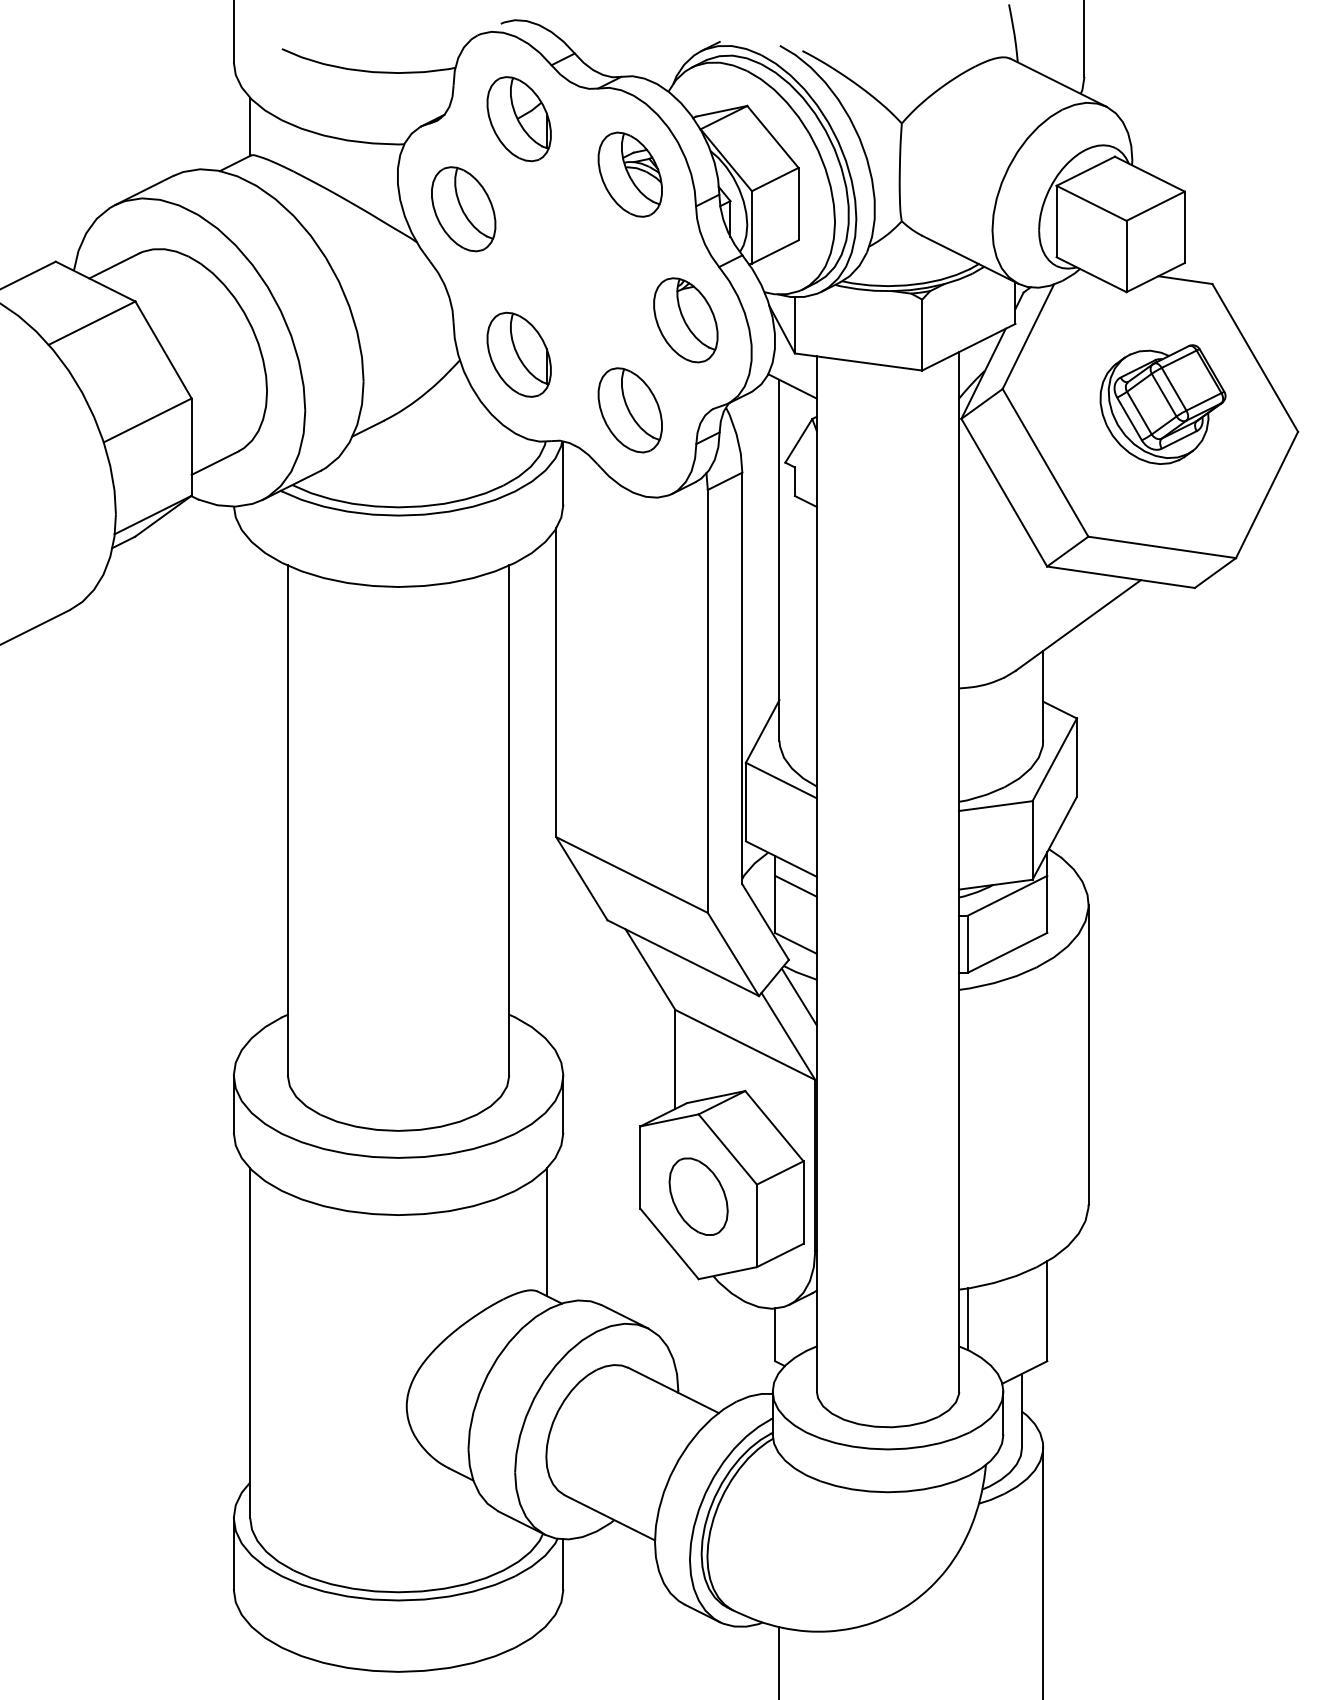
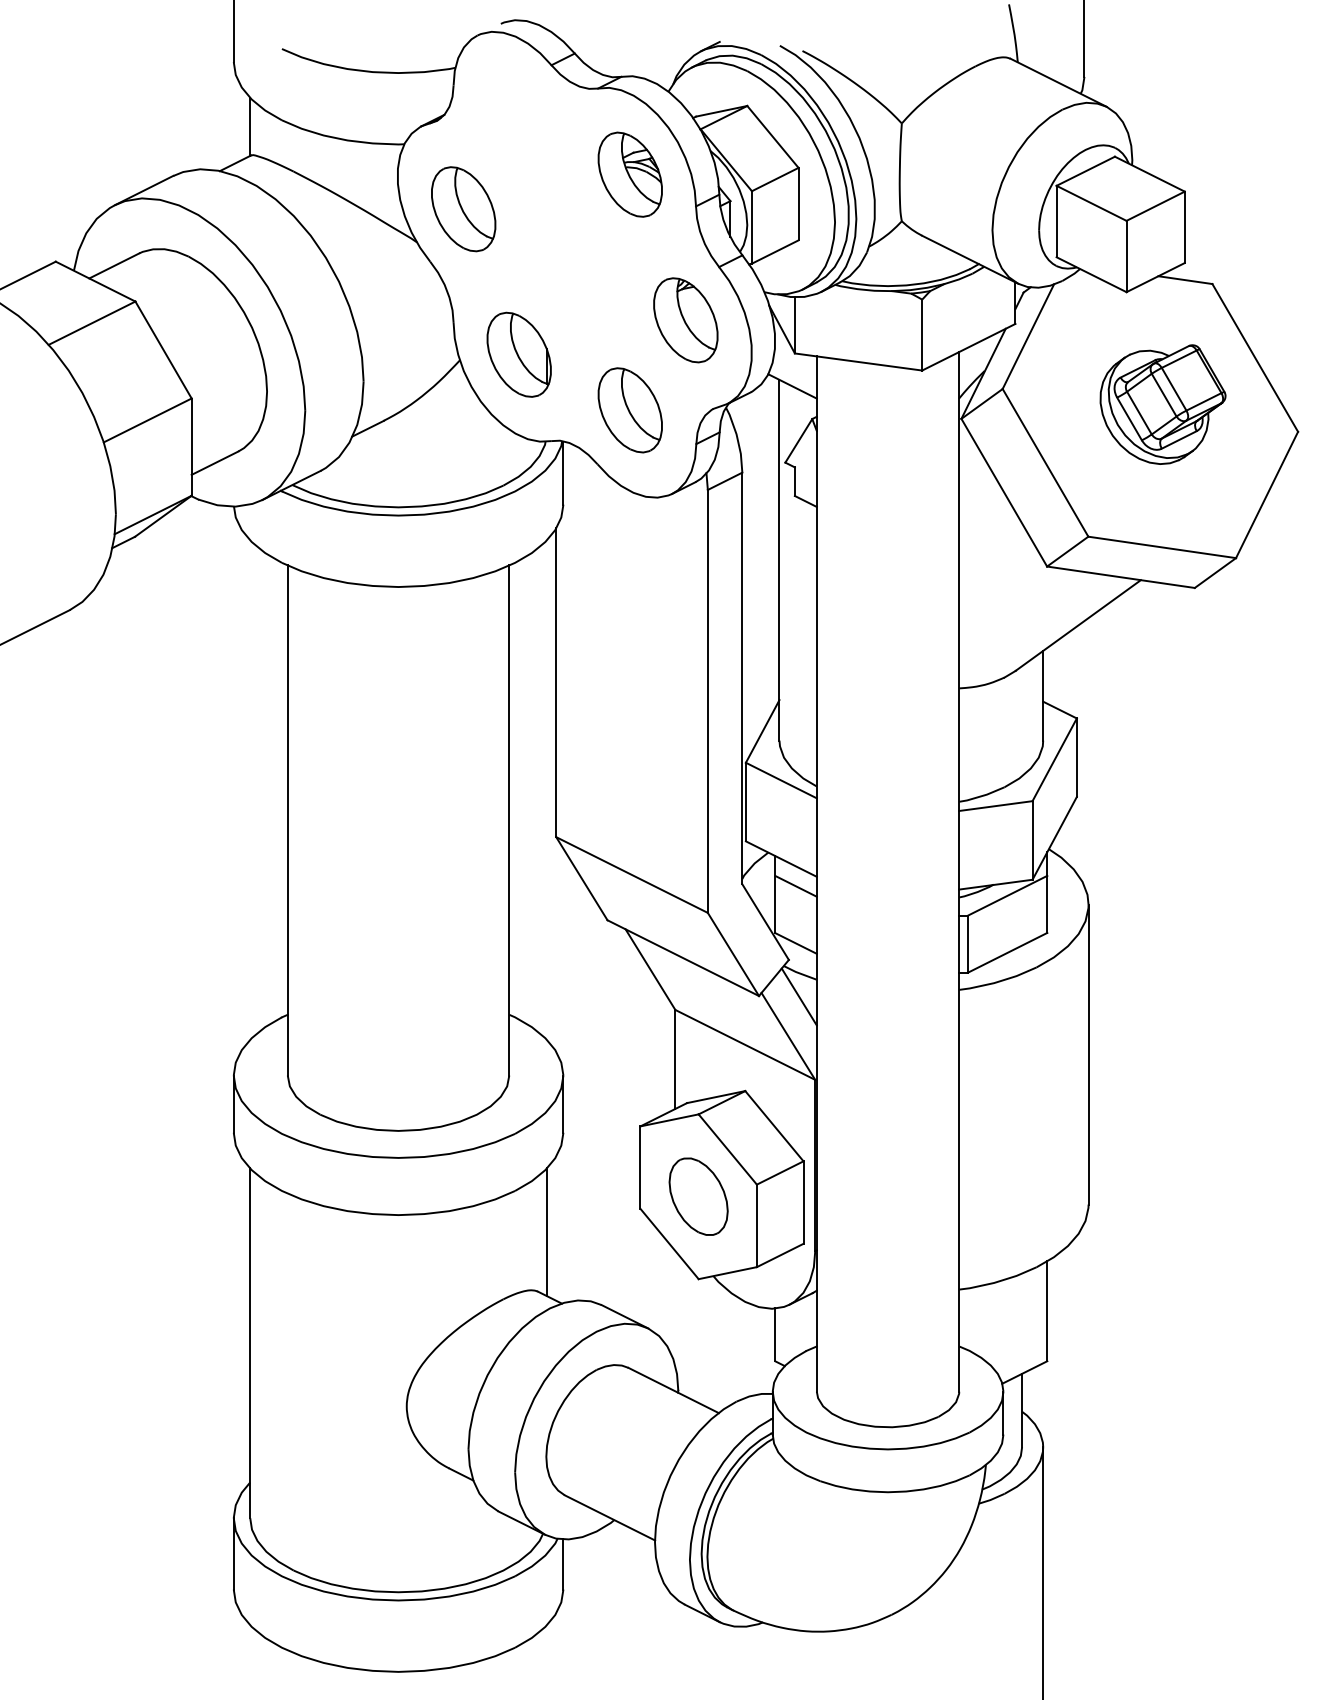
part at (518, 119): present -> none
line at (967, 1319): present -> none
line at (779, 1661): present -> none
